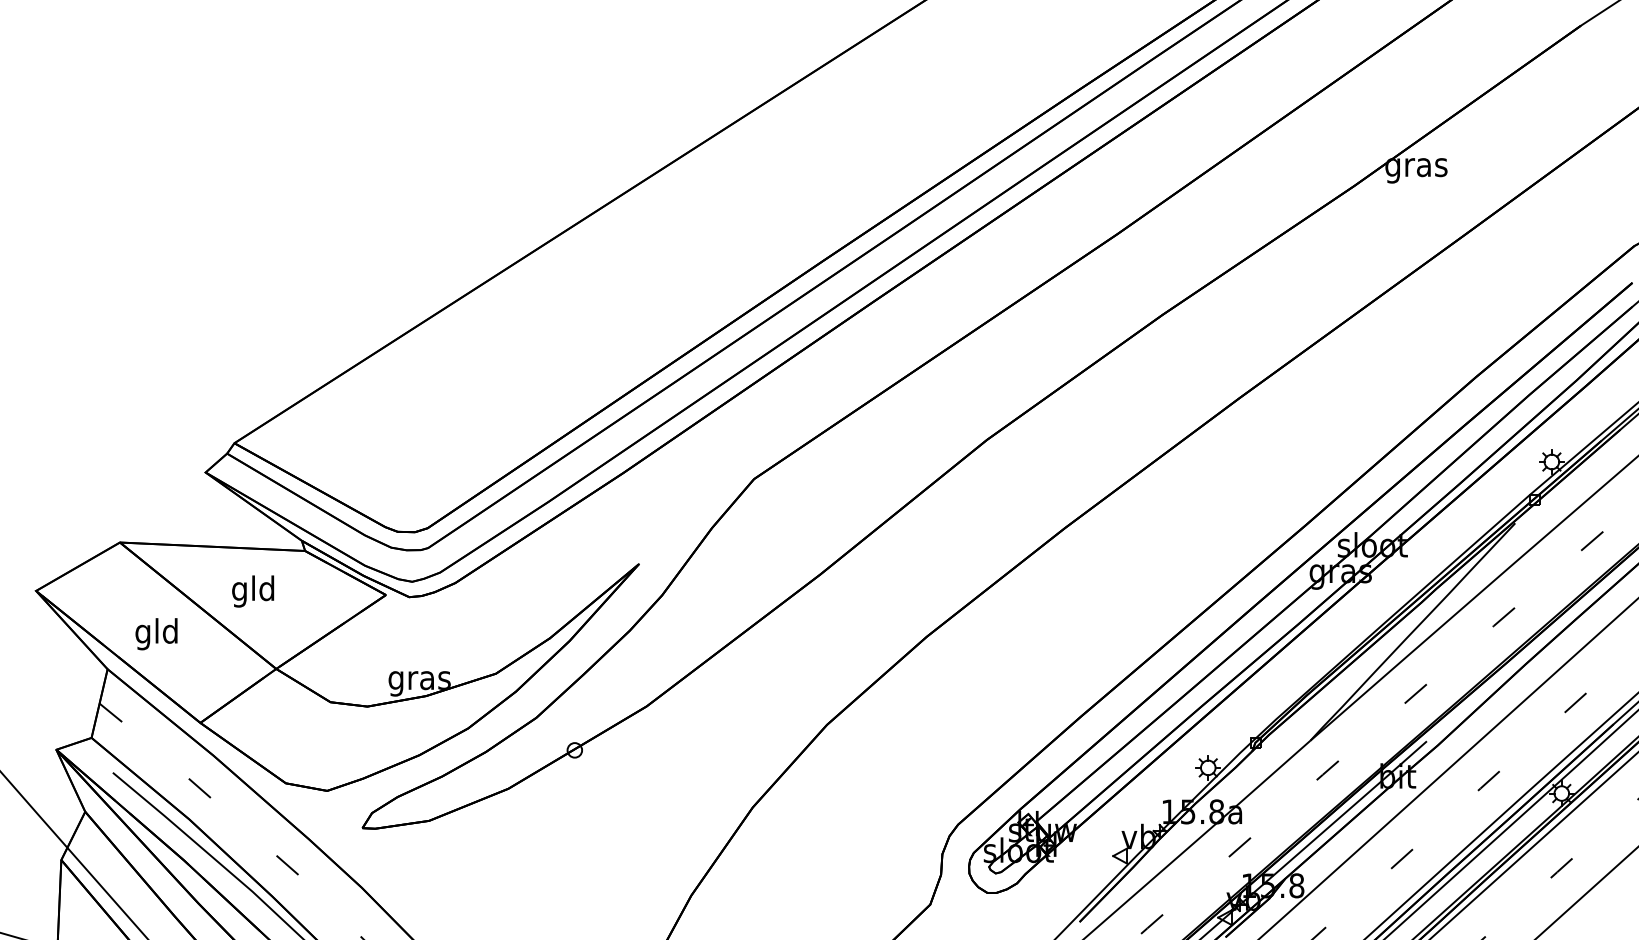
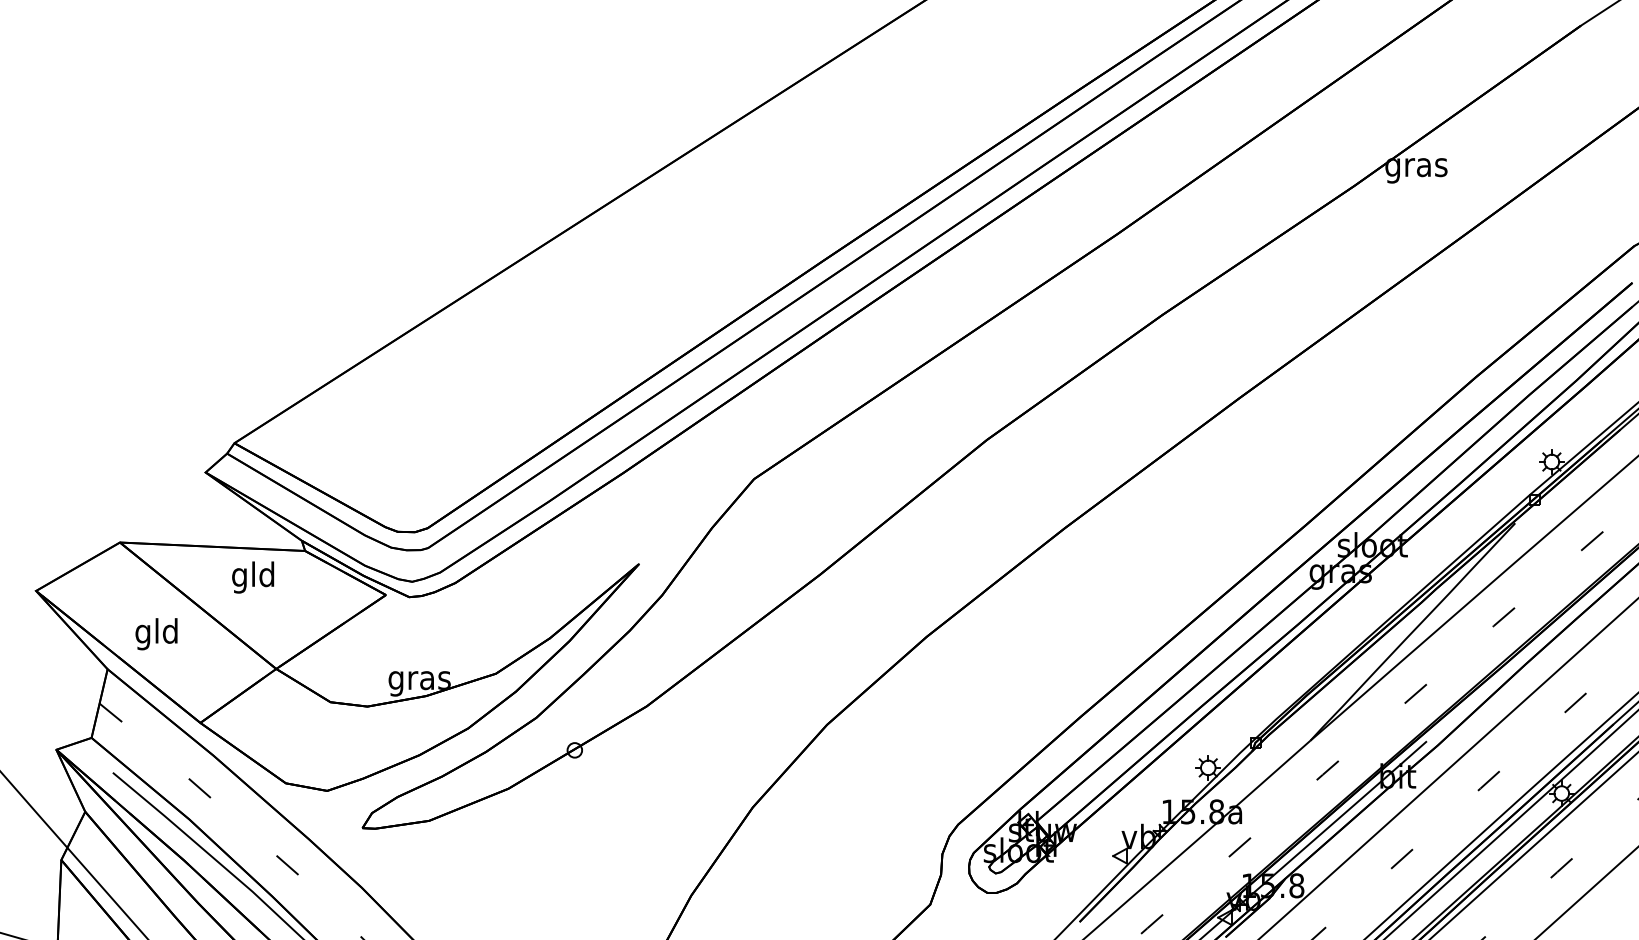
text at (253, 591) position: (253, 591) -> (253, 577)
